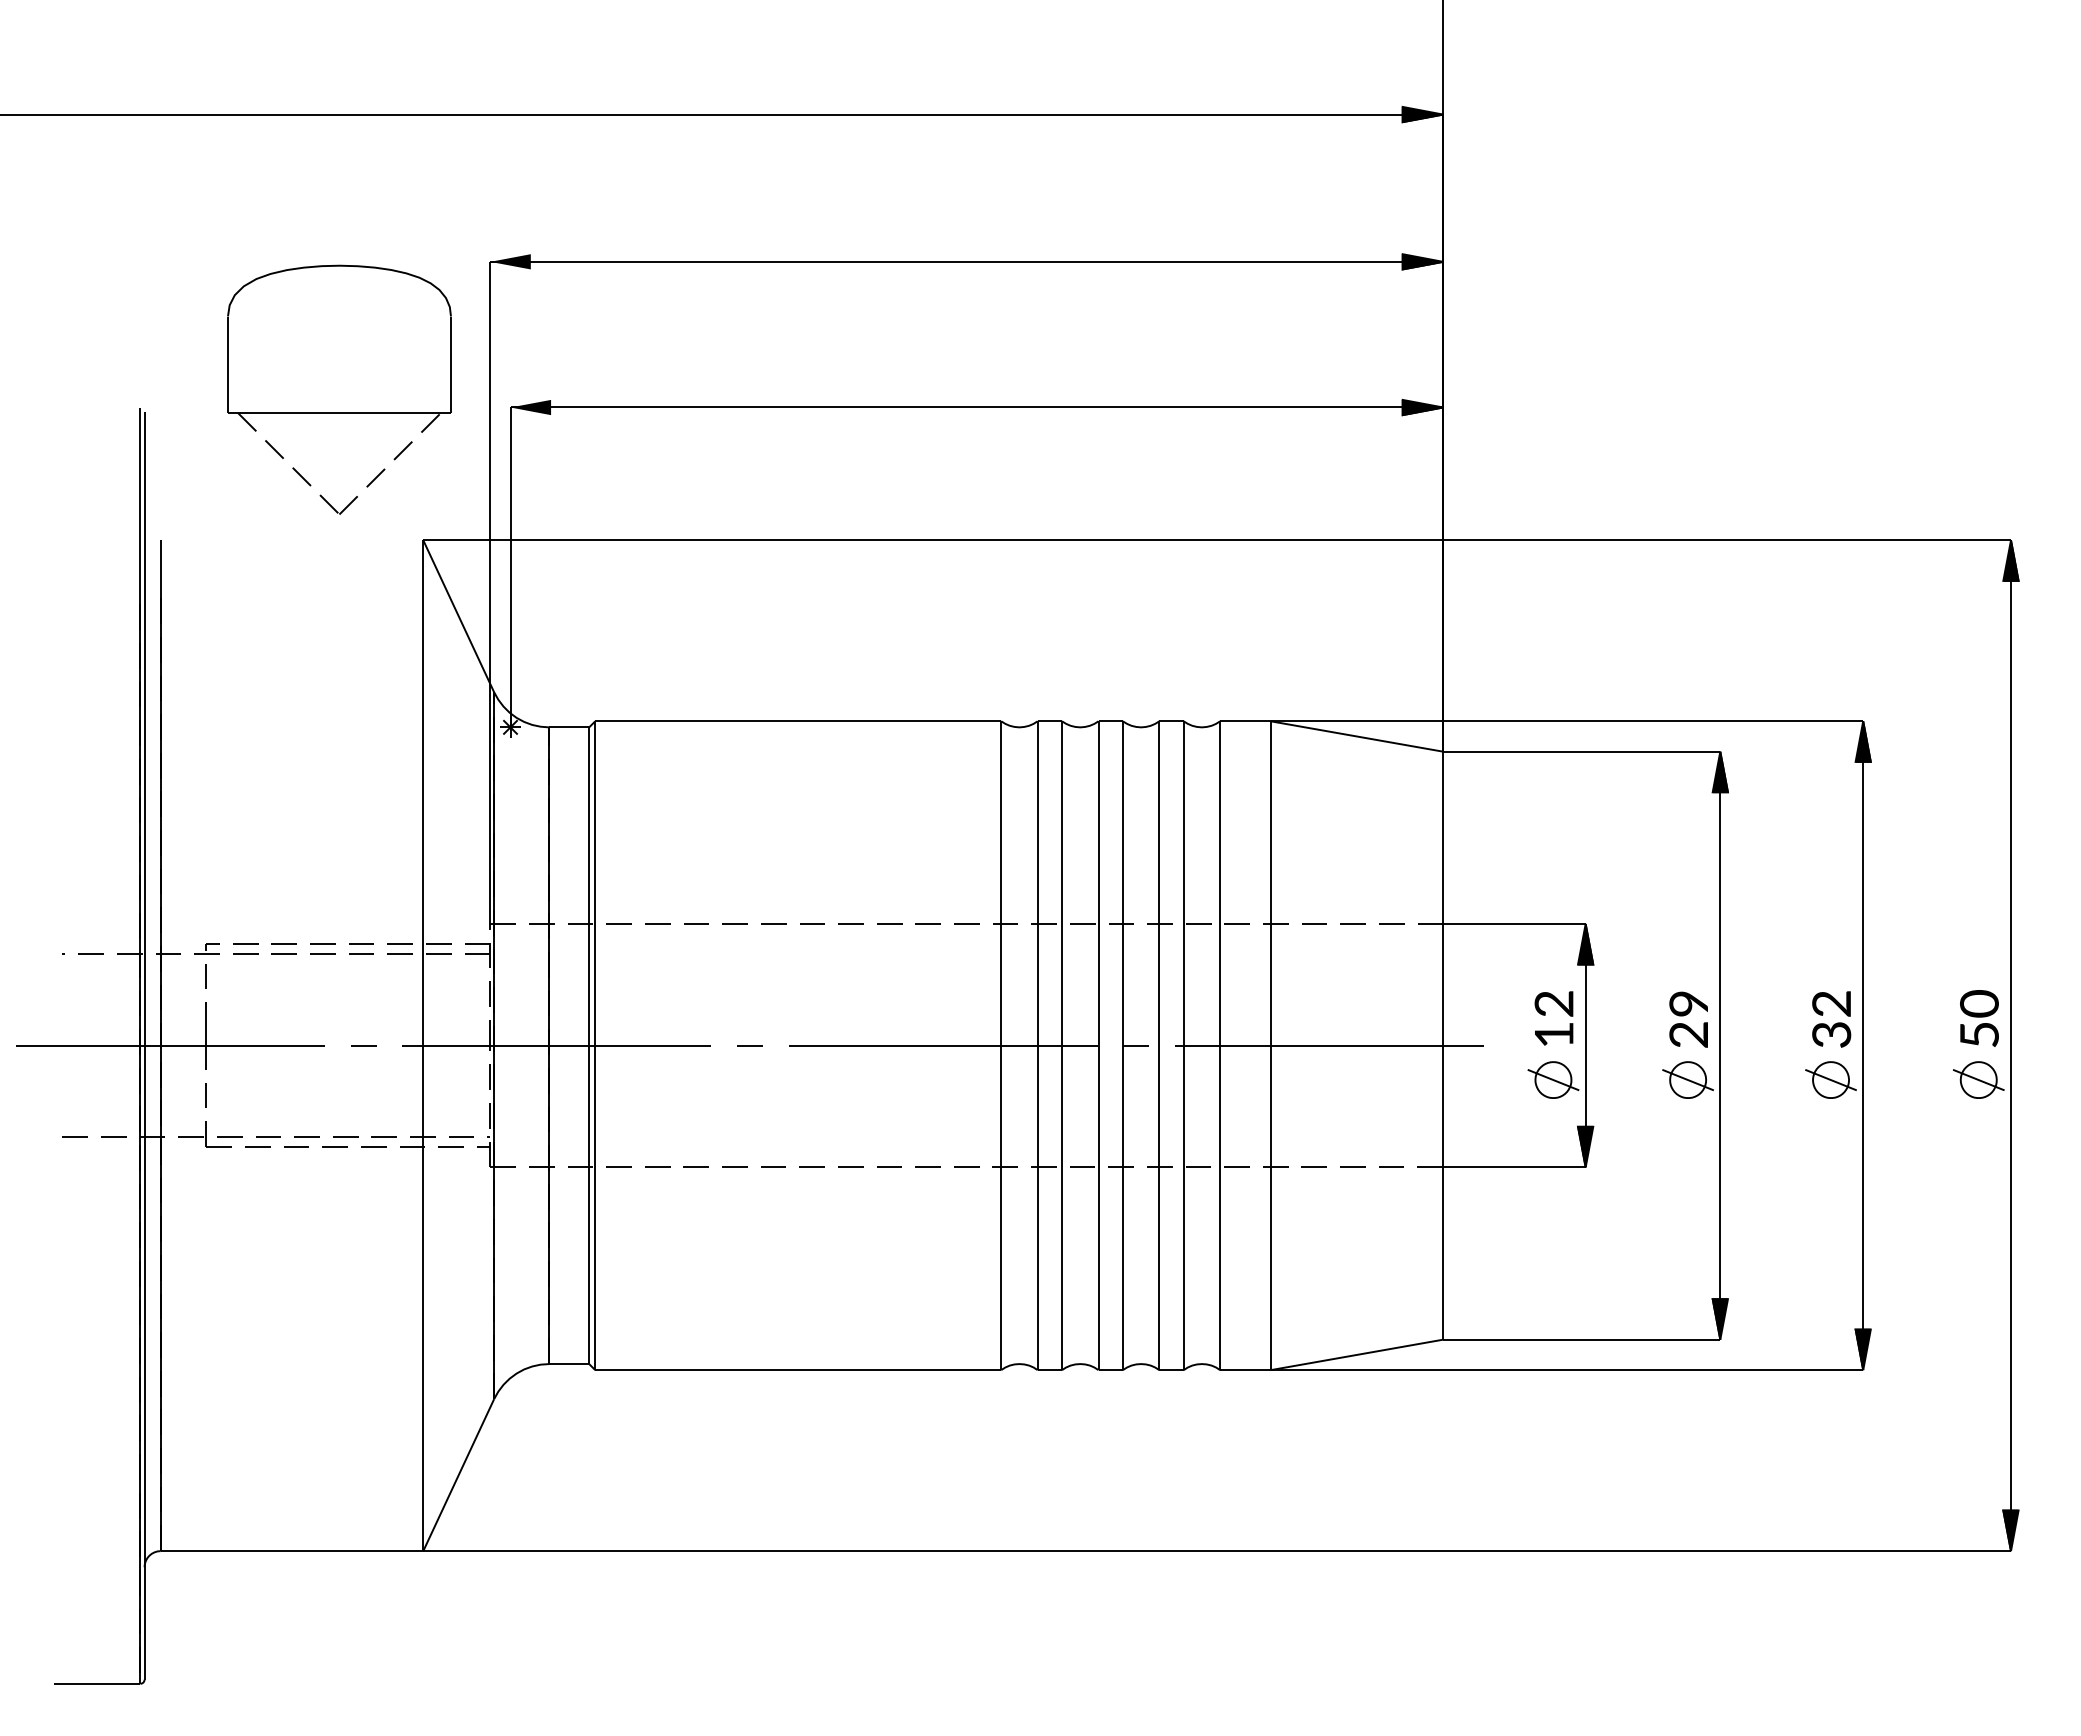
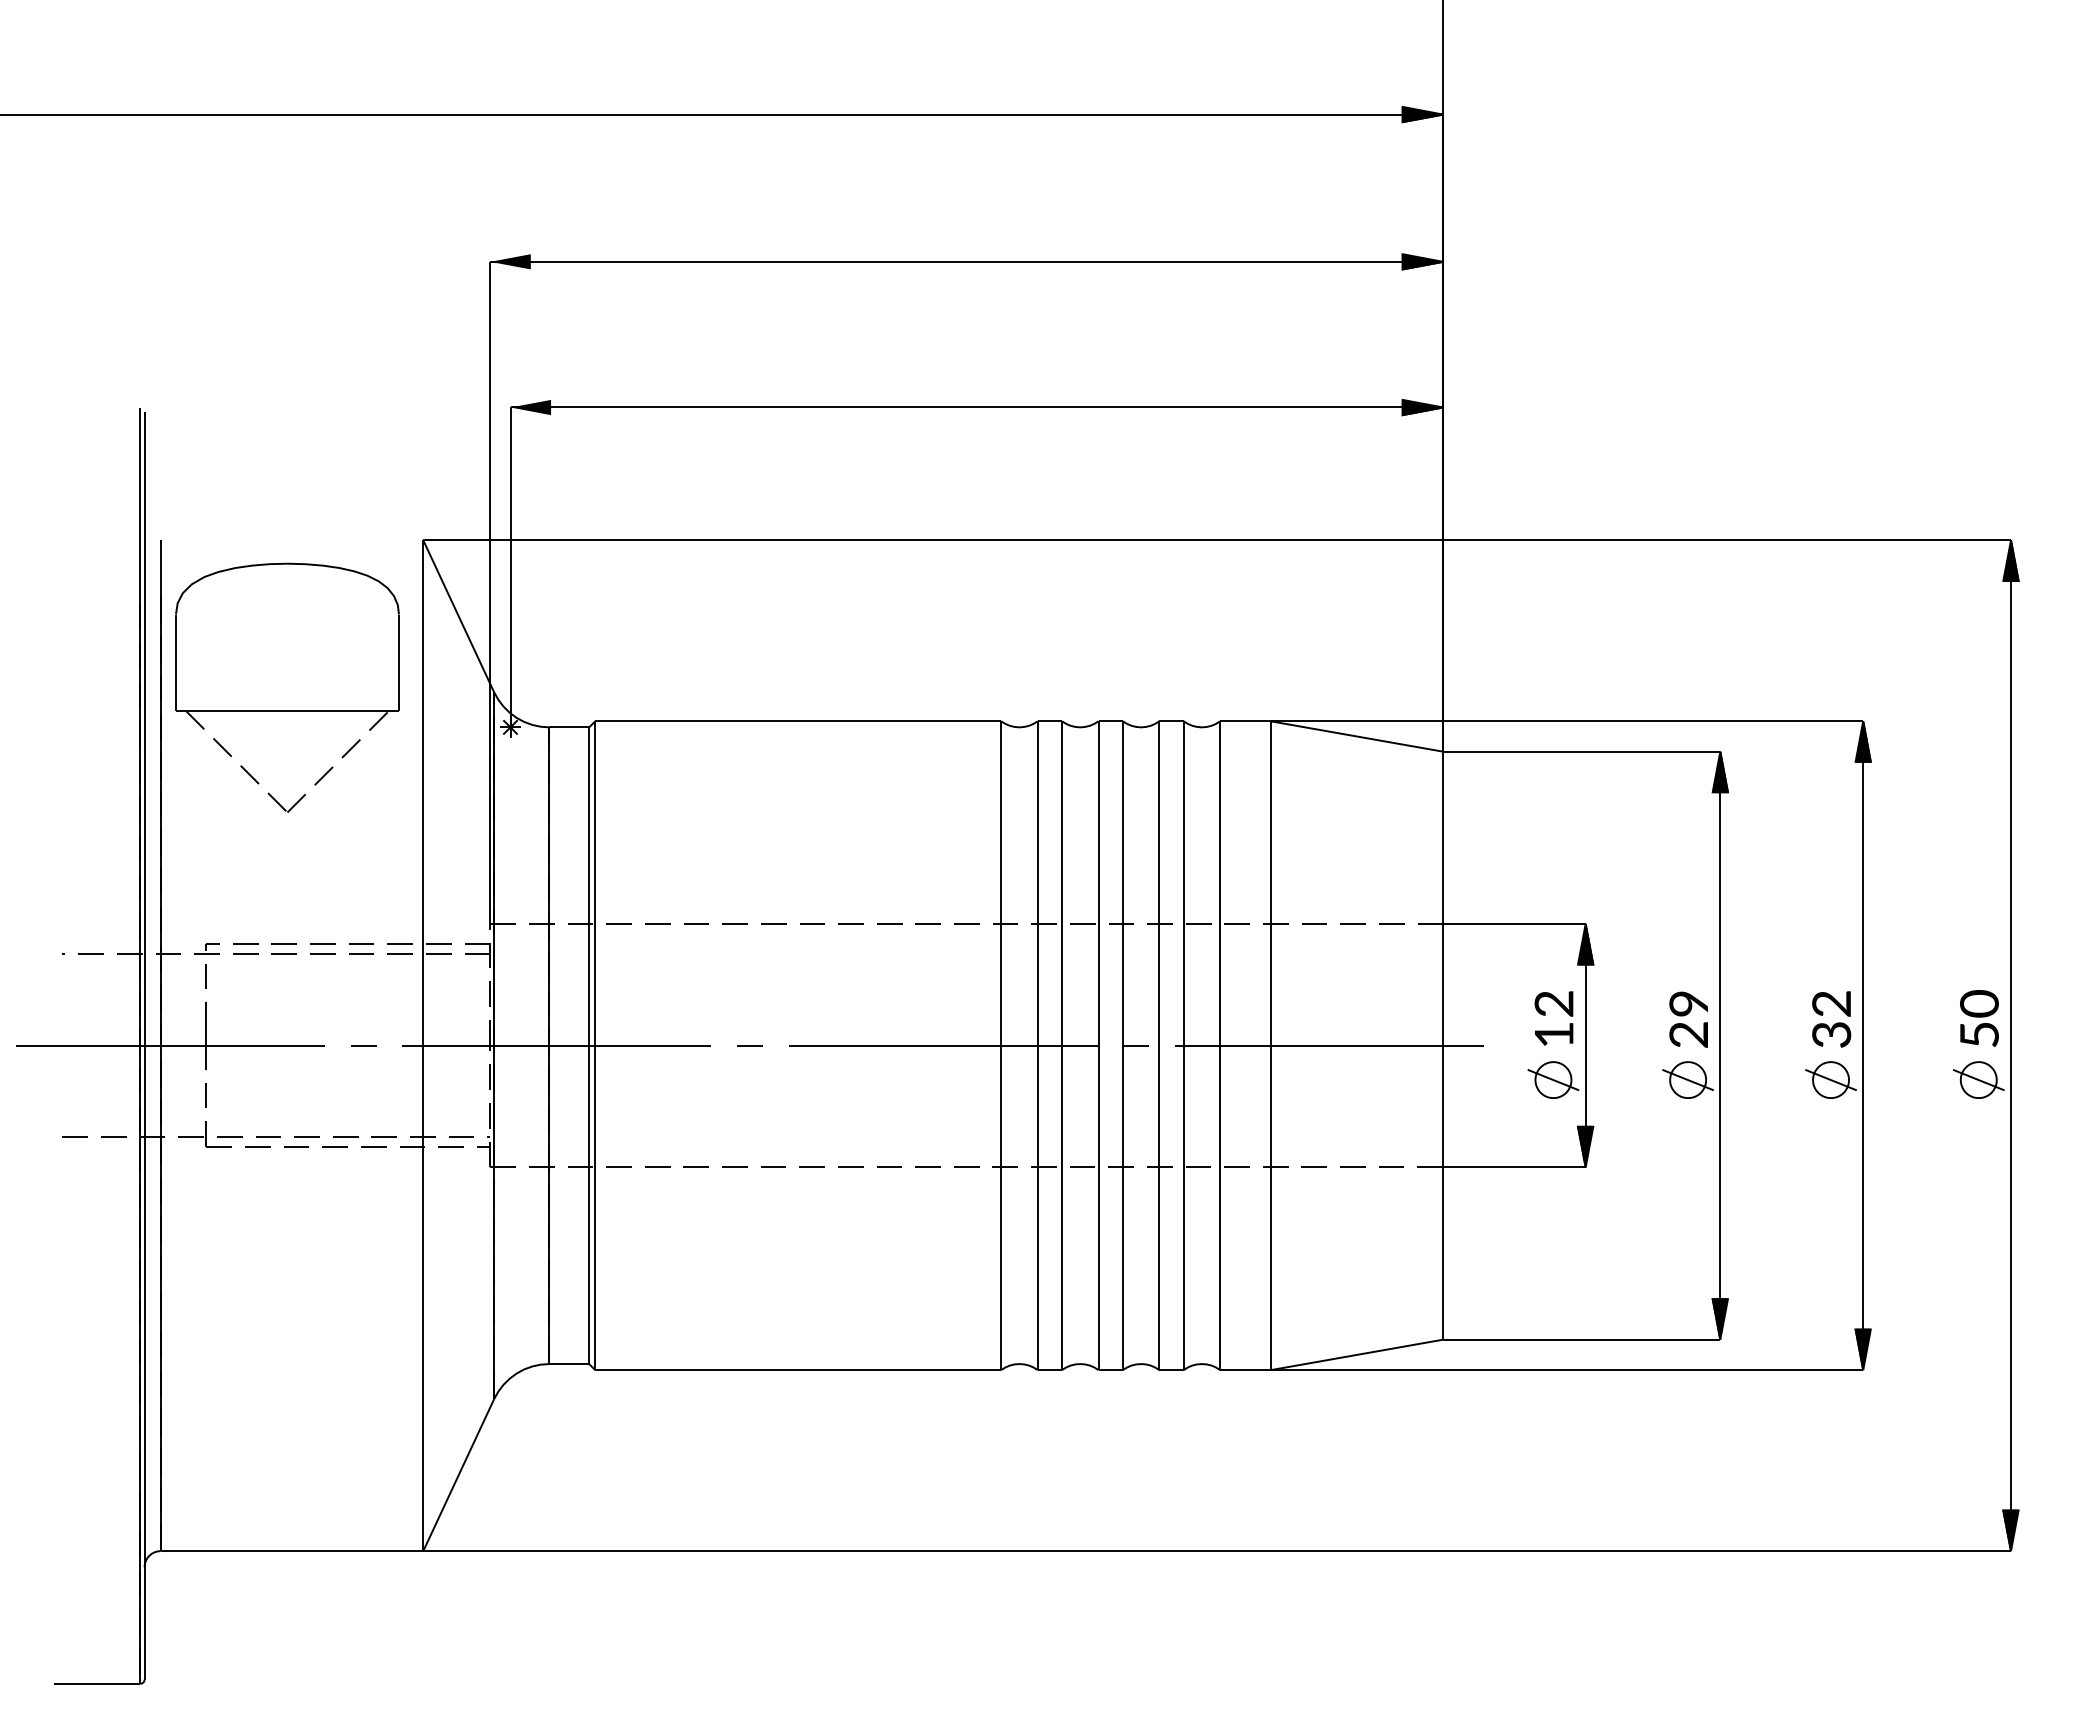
part at (339, 389) position: (339, 389) -> (287, 687)
